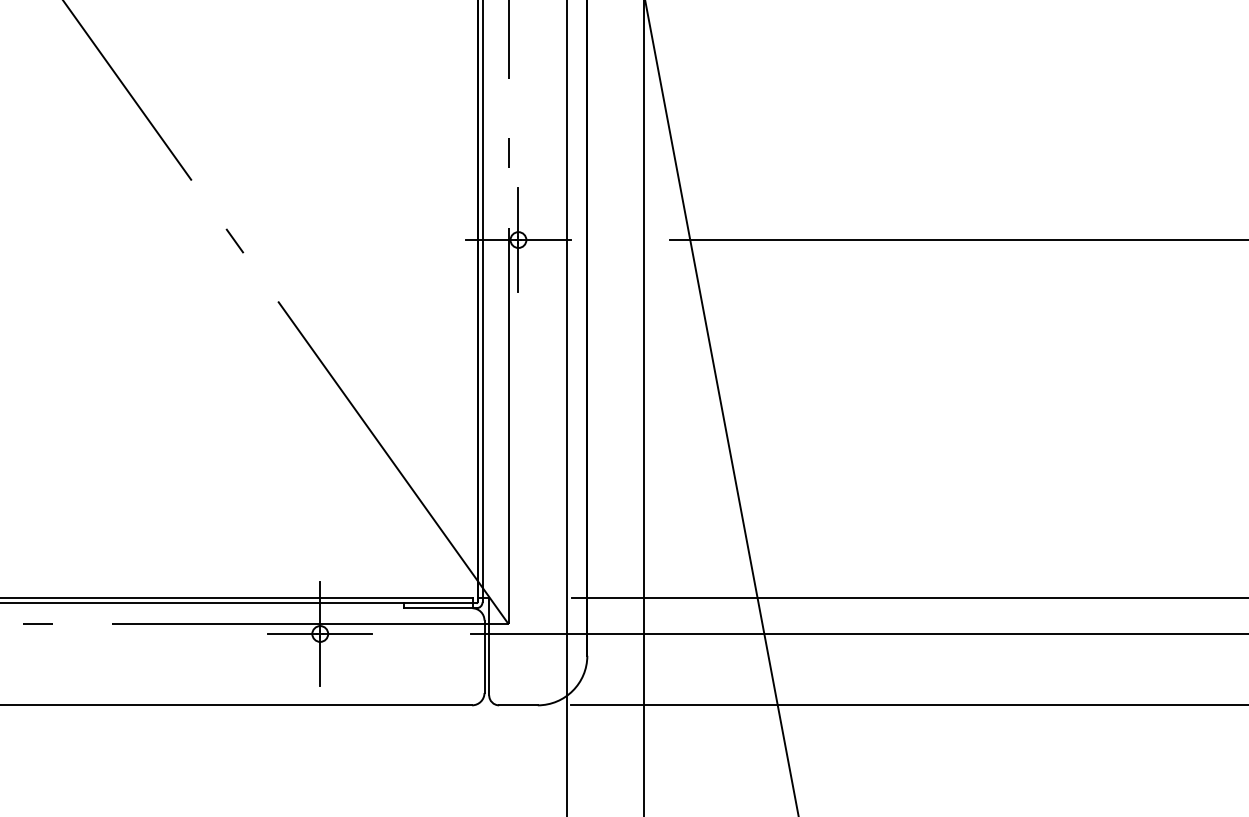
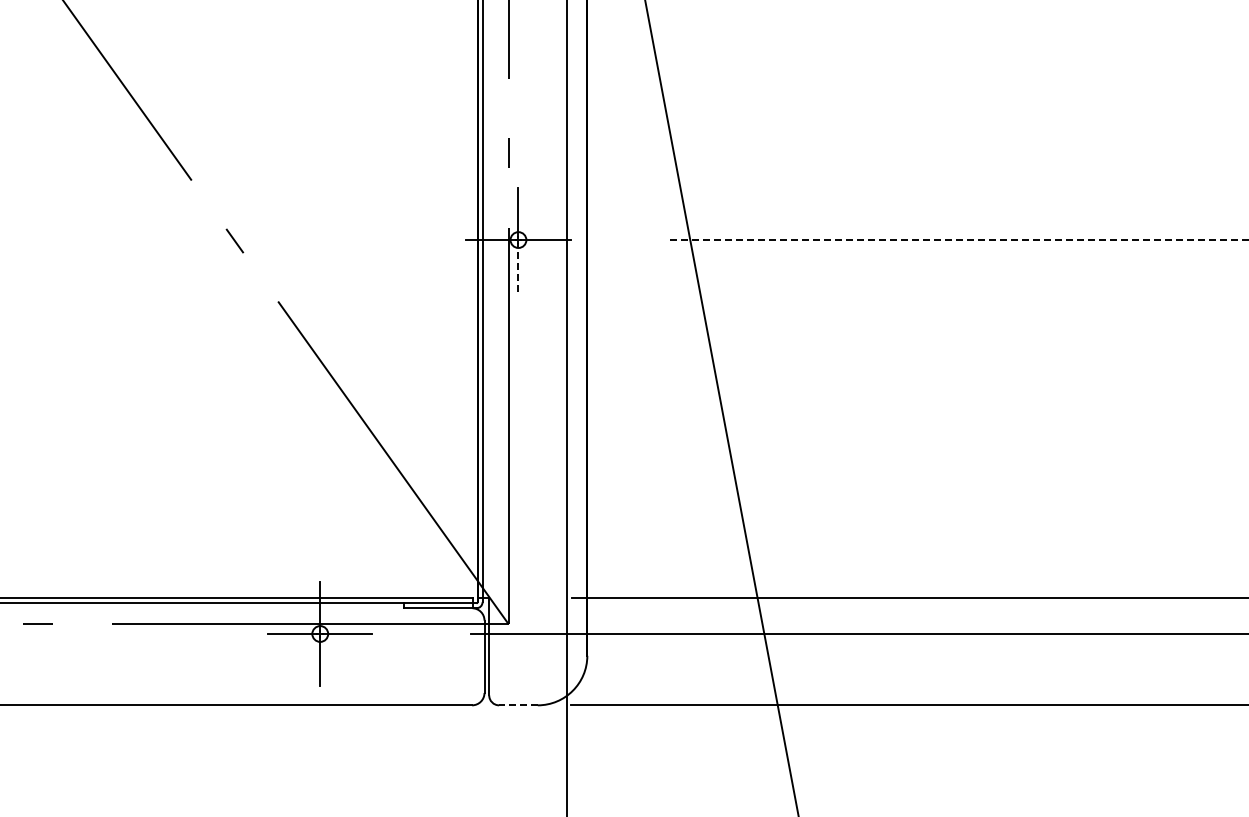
line at (959, 240): solid -> dashed
line at (518, 267): solid -> dashed
line at (643, 407): present -> none
line at (517, 705): solid -> dashed
